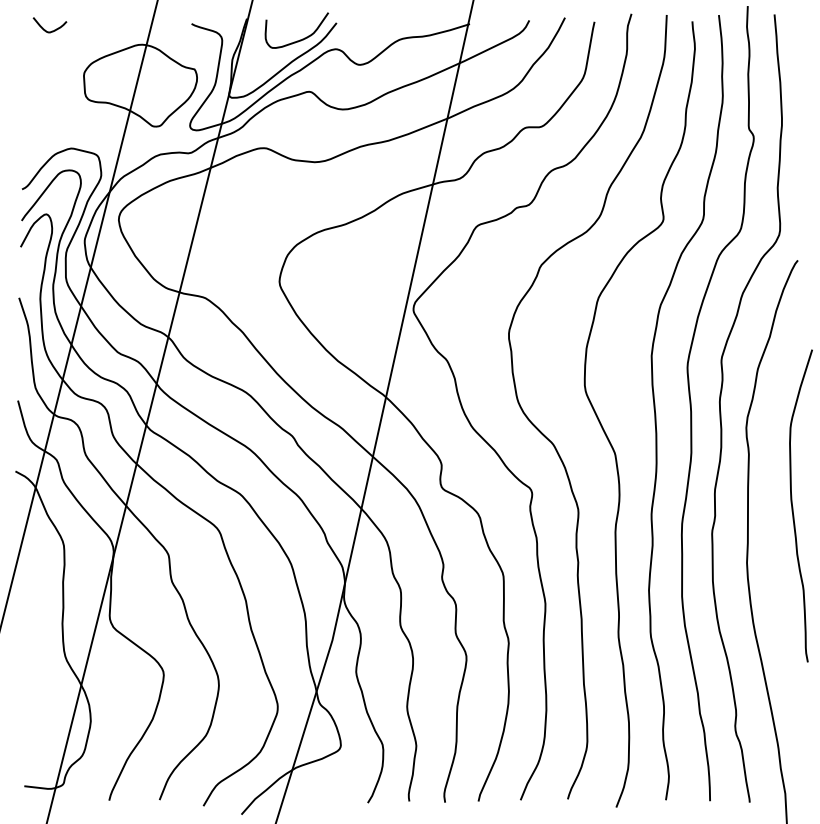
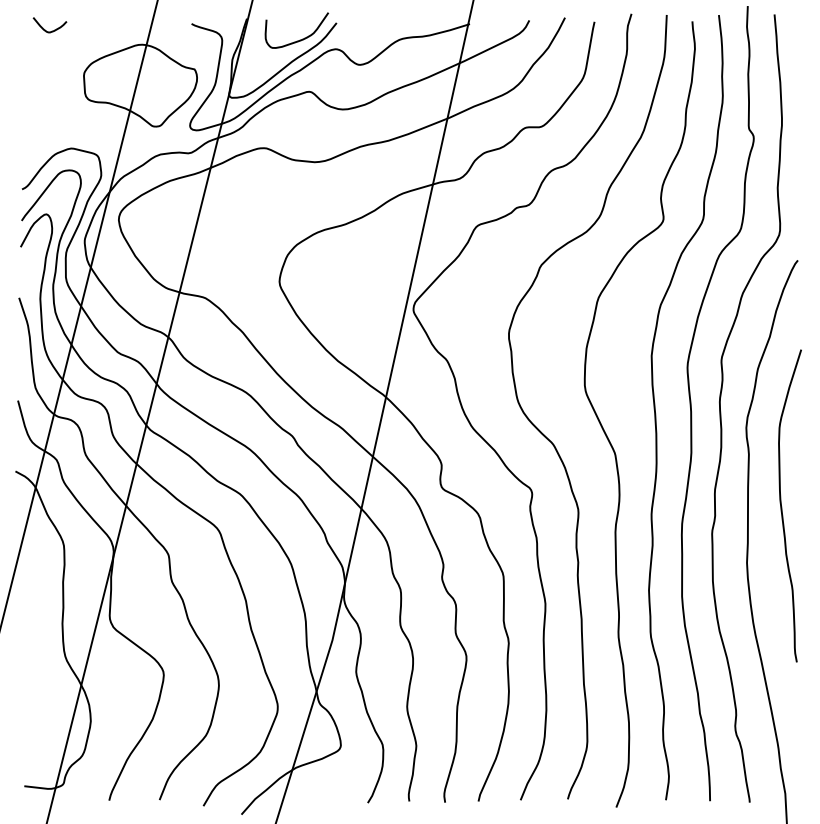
curve at (793, 506) position: (793, 506) -> (782, 506)
